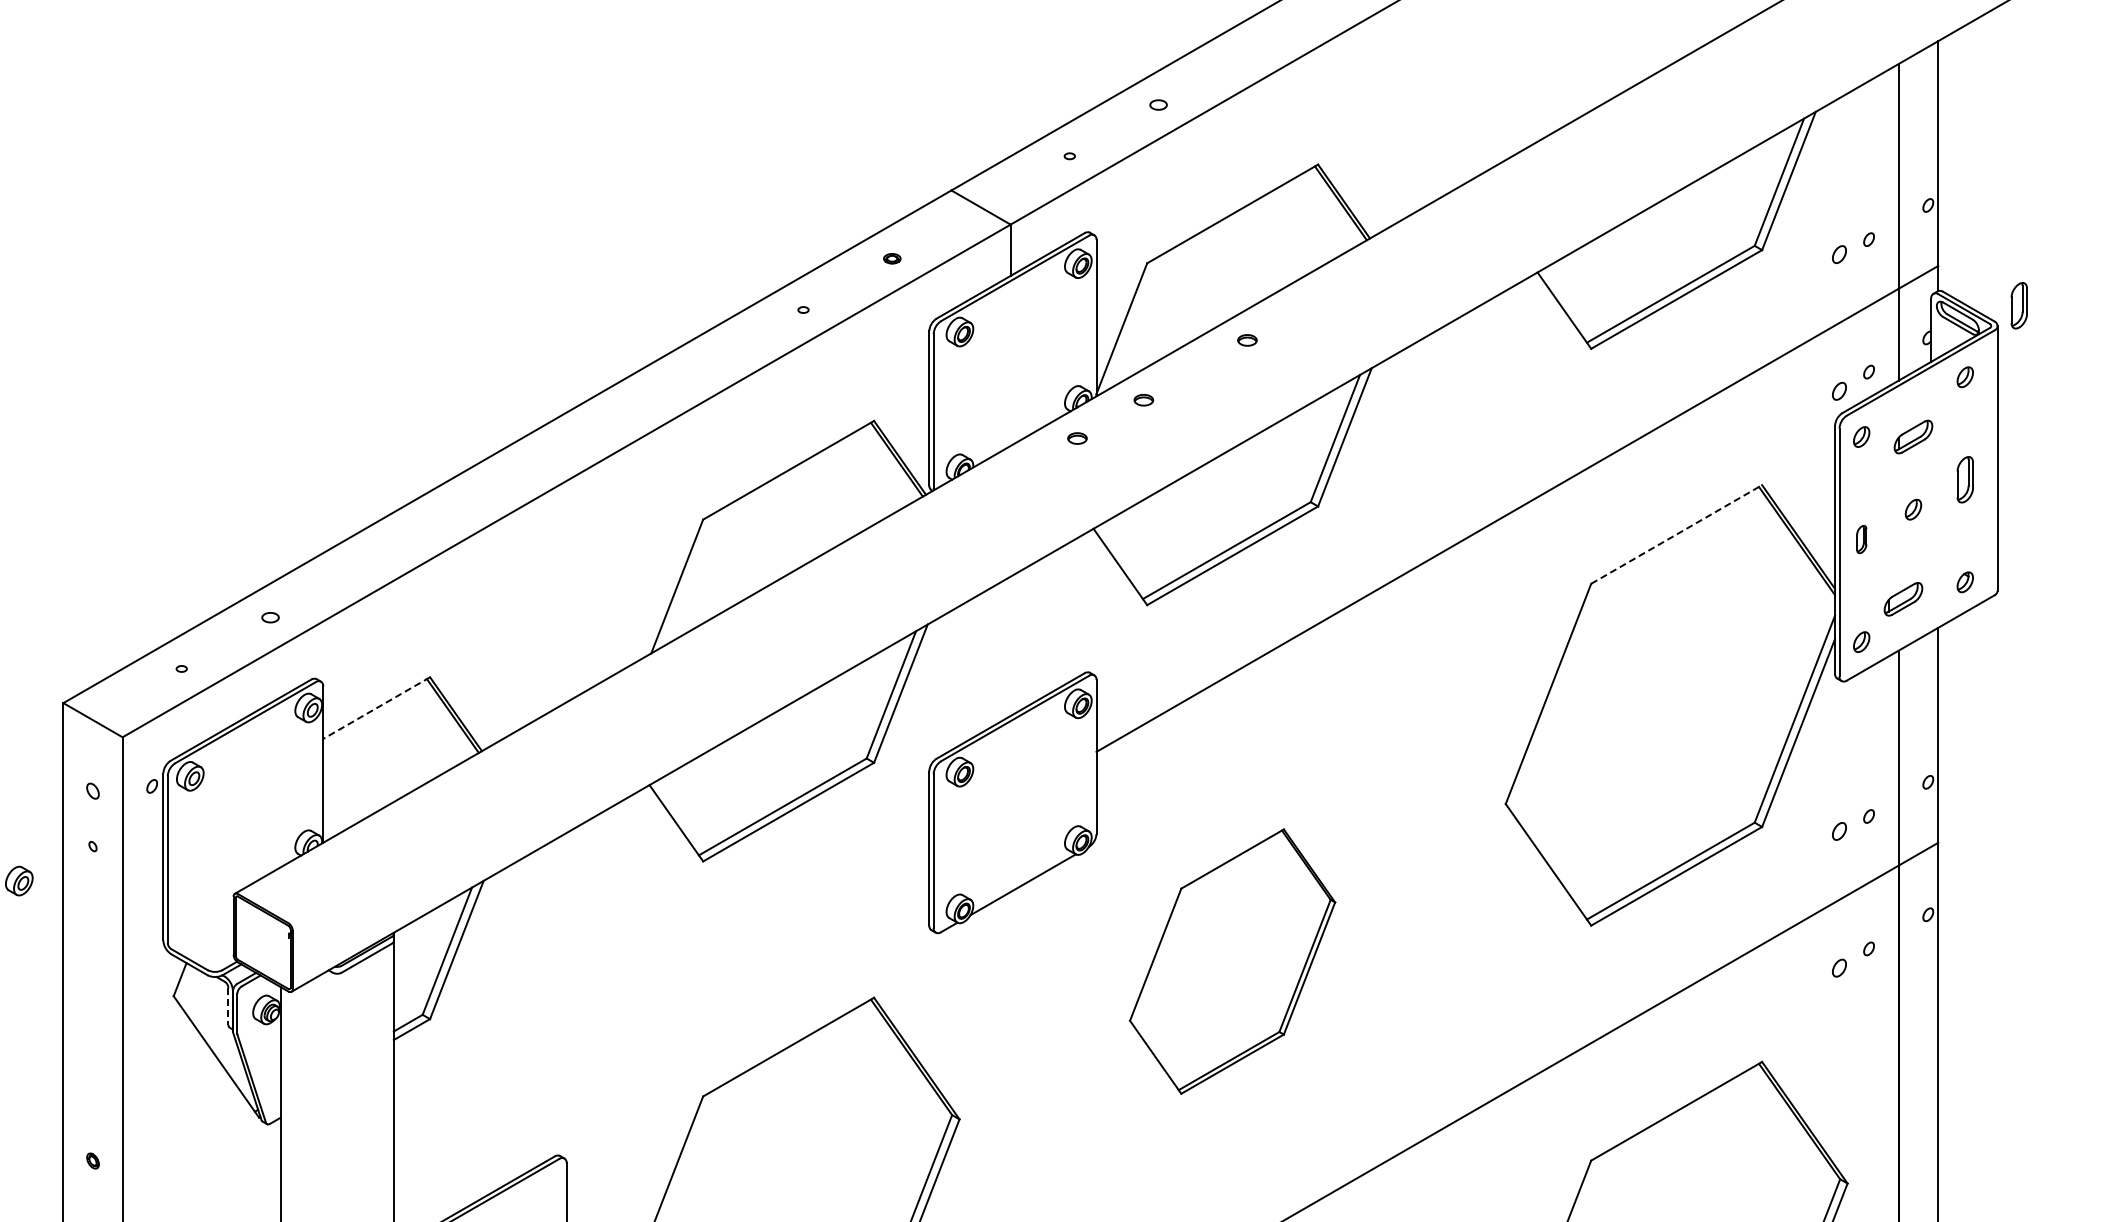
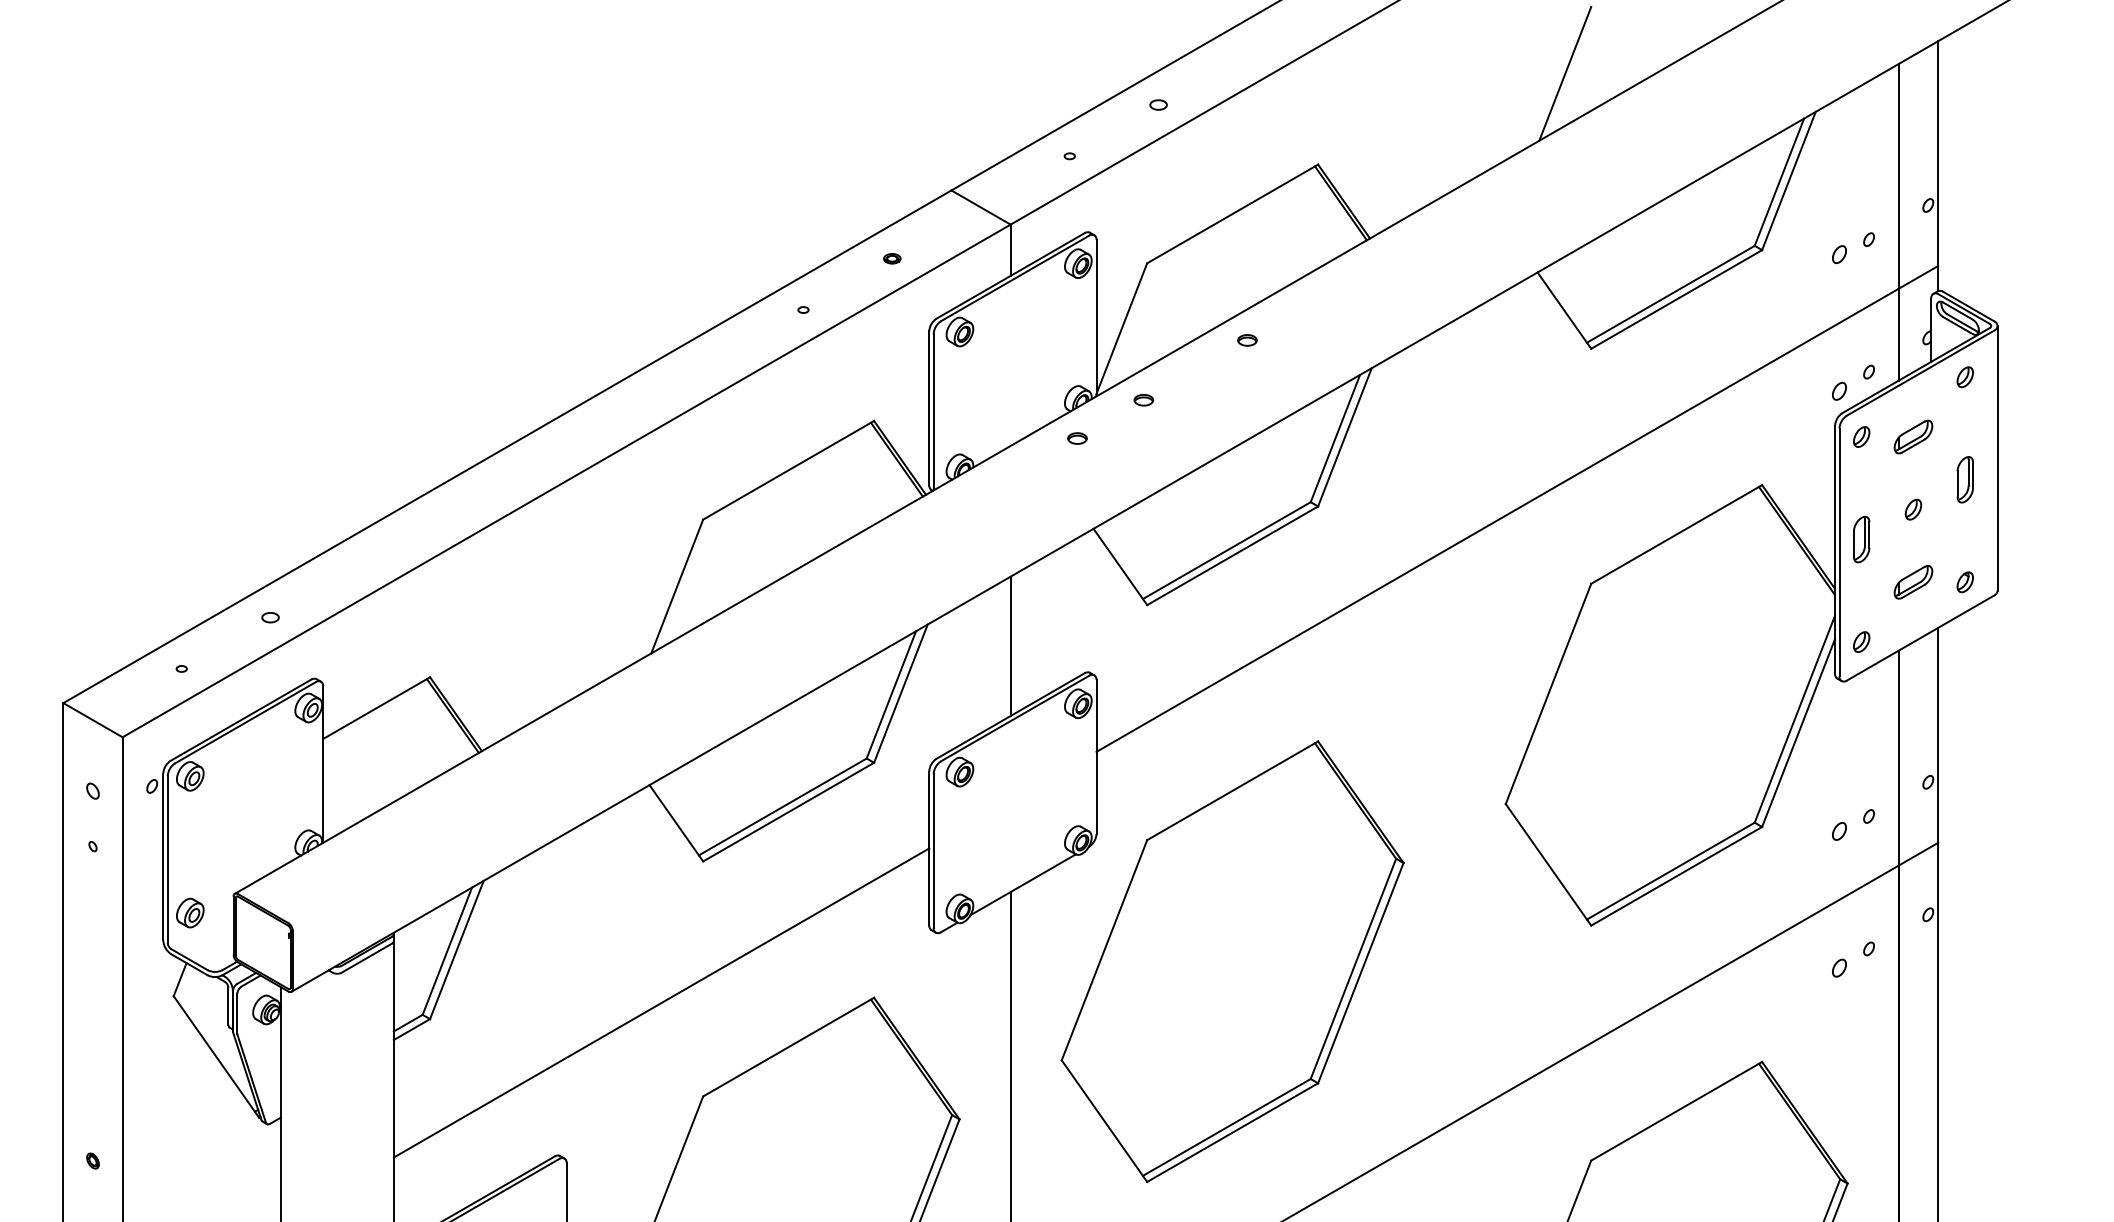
line at (1565, 73): none -> present
part at (2018, 305): present -> none
line at (1676, 534): dashed -> solid
part at (1861, 539) size: 12x30 px -> 18x49 px
part at (1903, 599) position: (1903, 599) -> (1913, 582)
line at (1010, 646): none -> present
line at (376, 708): dashed -> solid
part at (19, 880) position: (19, 880) -> (190, 912)
part at (1232, 961) size: 208x267 px -> 345x443 px
line at (661, 1002): none -> present
line at (228, 1006): dashed -> solid
line at (1010, 1055): none -> present
